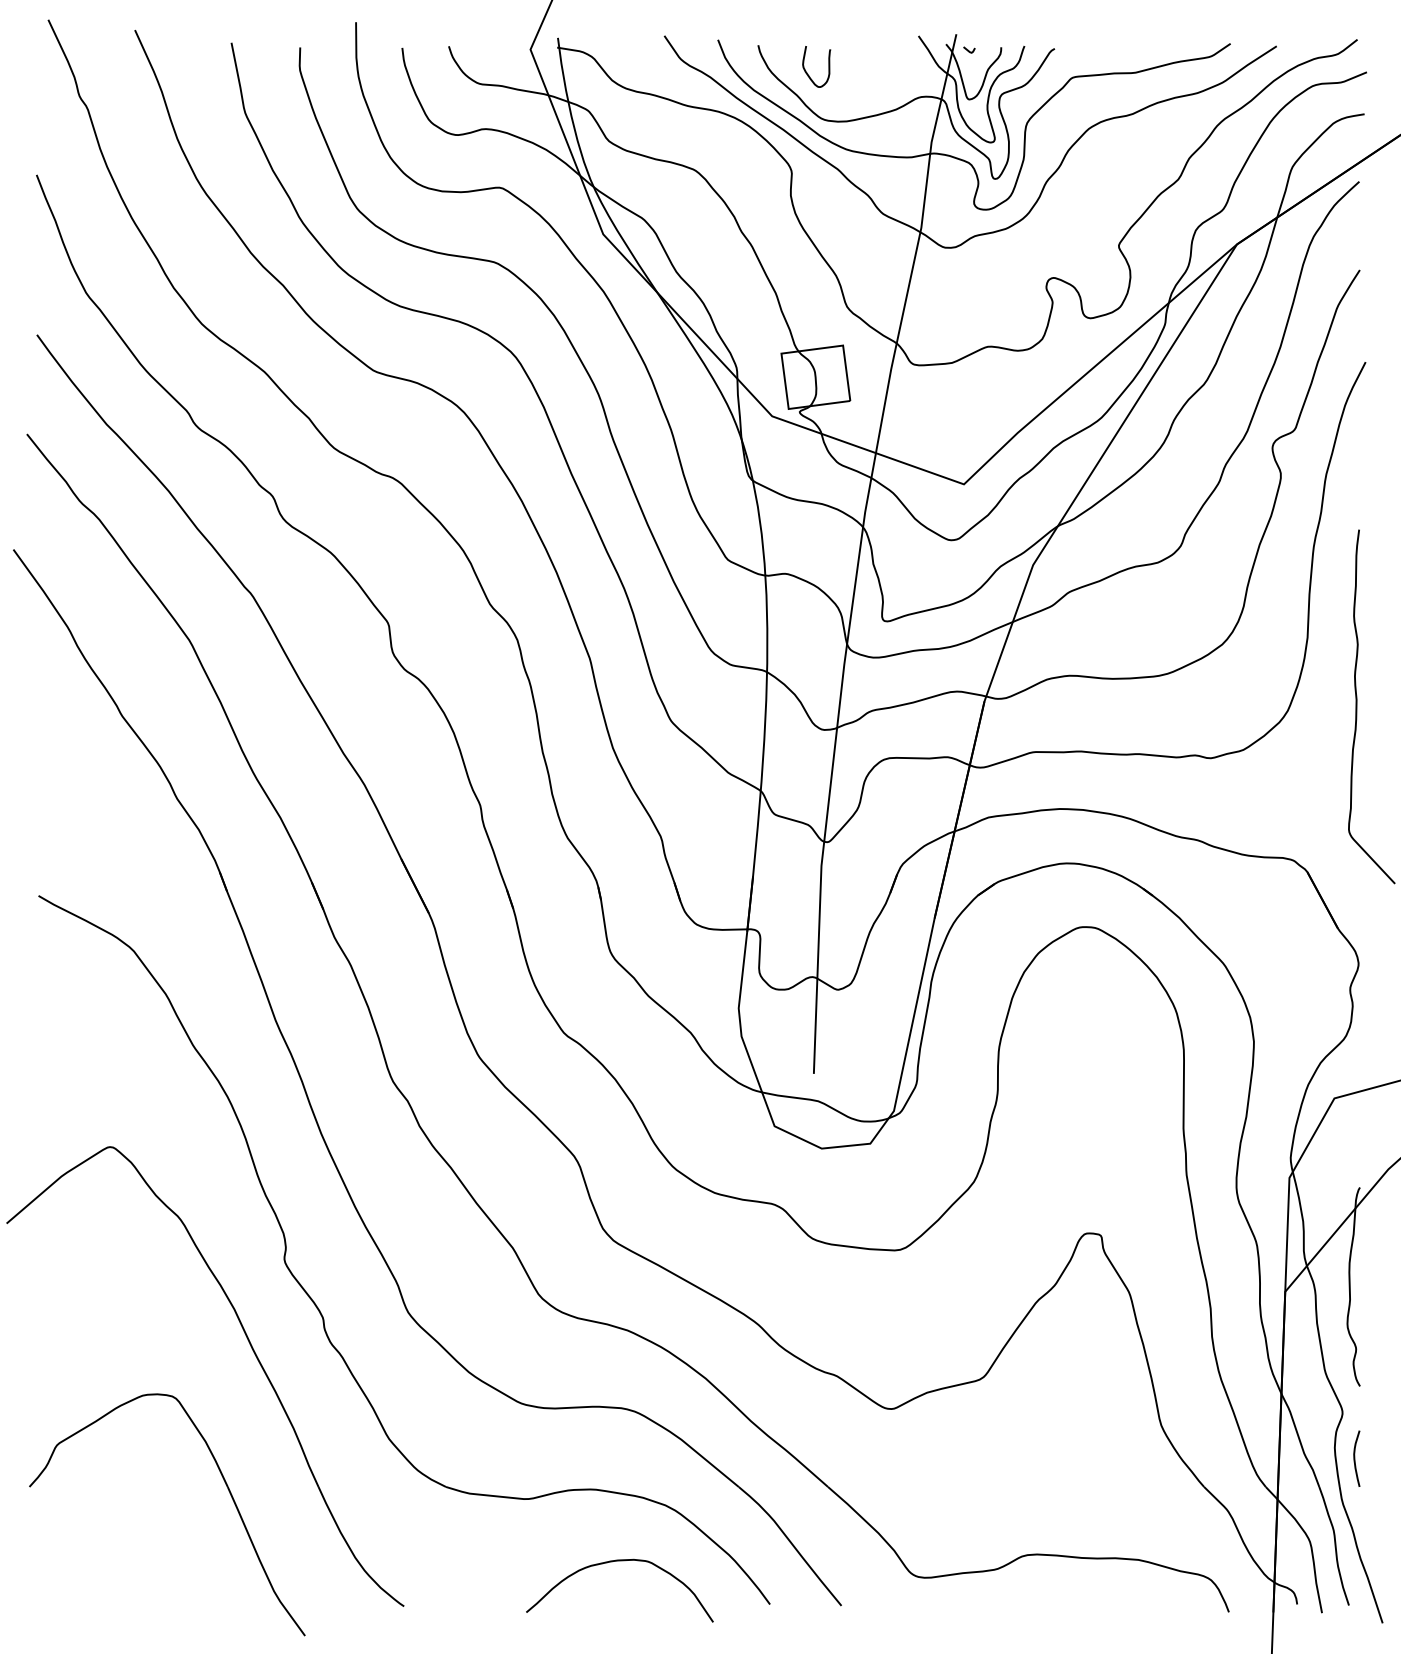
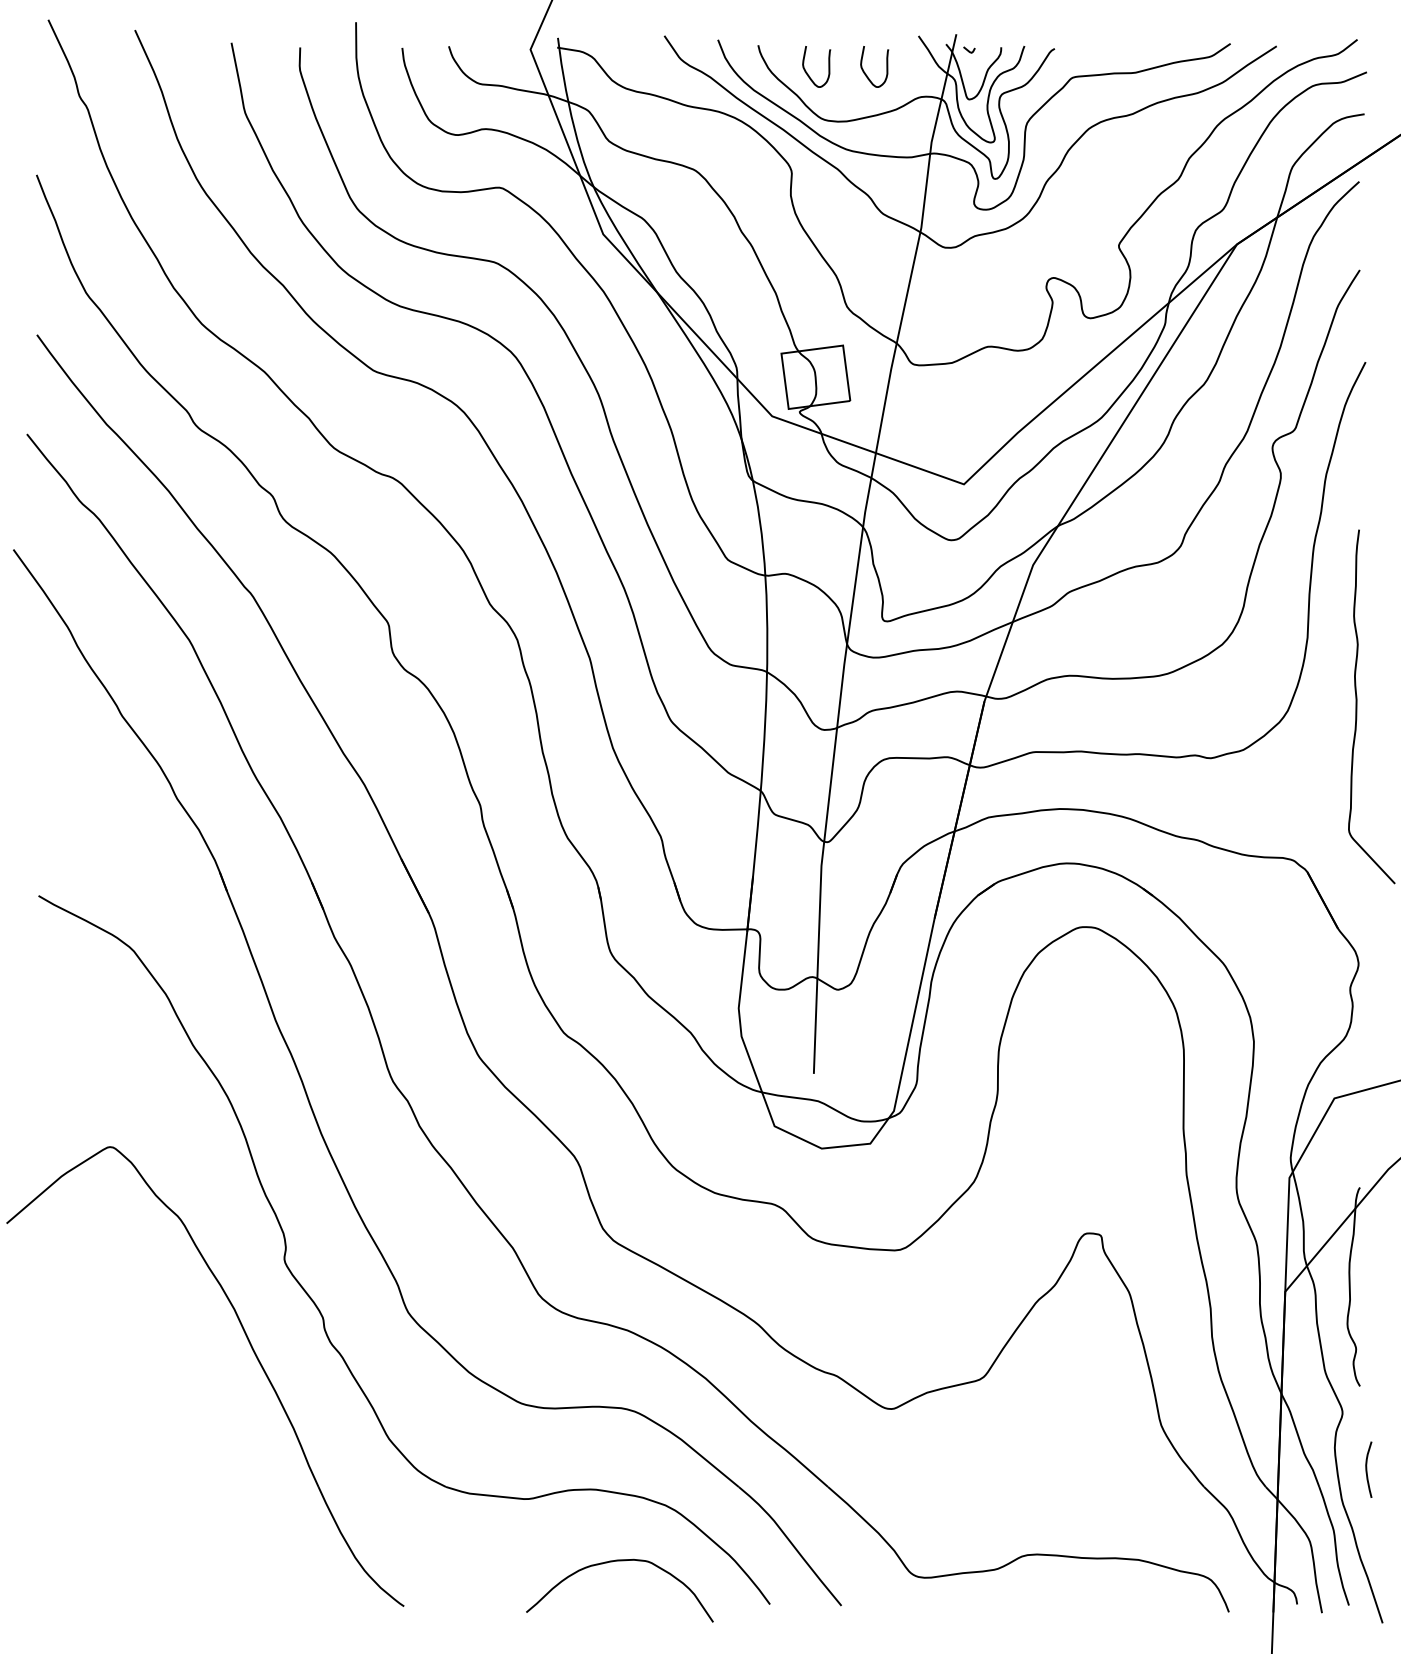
curve at (865, 72): none -> present
curve at (1355, 1458) position: (1355, 1458) -> (1367, 1469)
part at (227, 1489): present -> none
